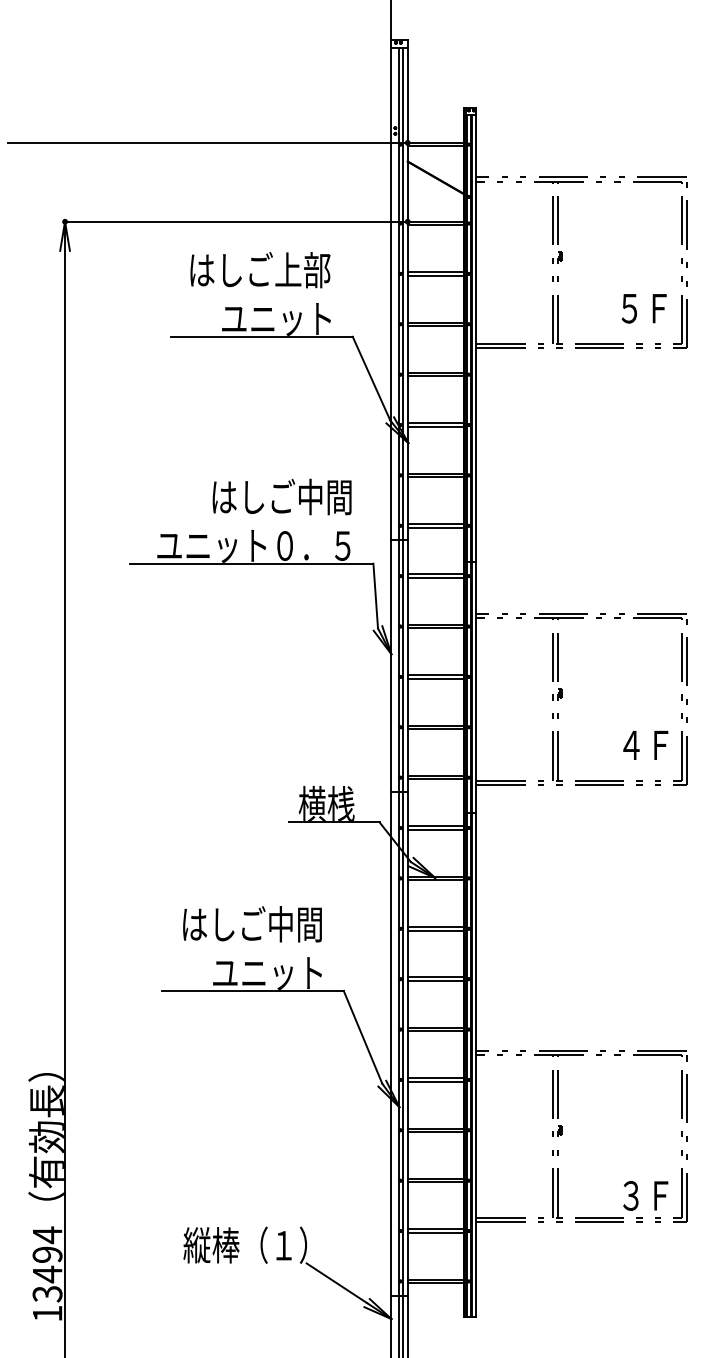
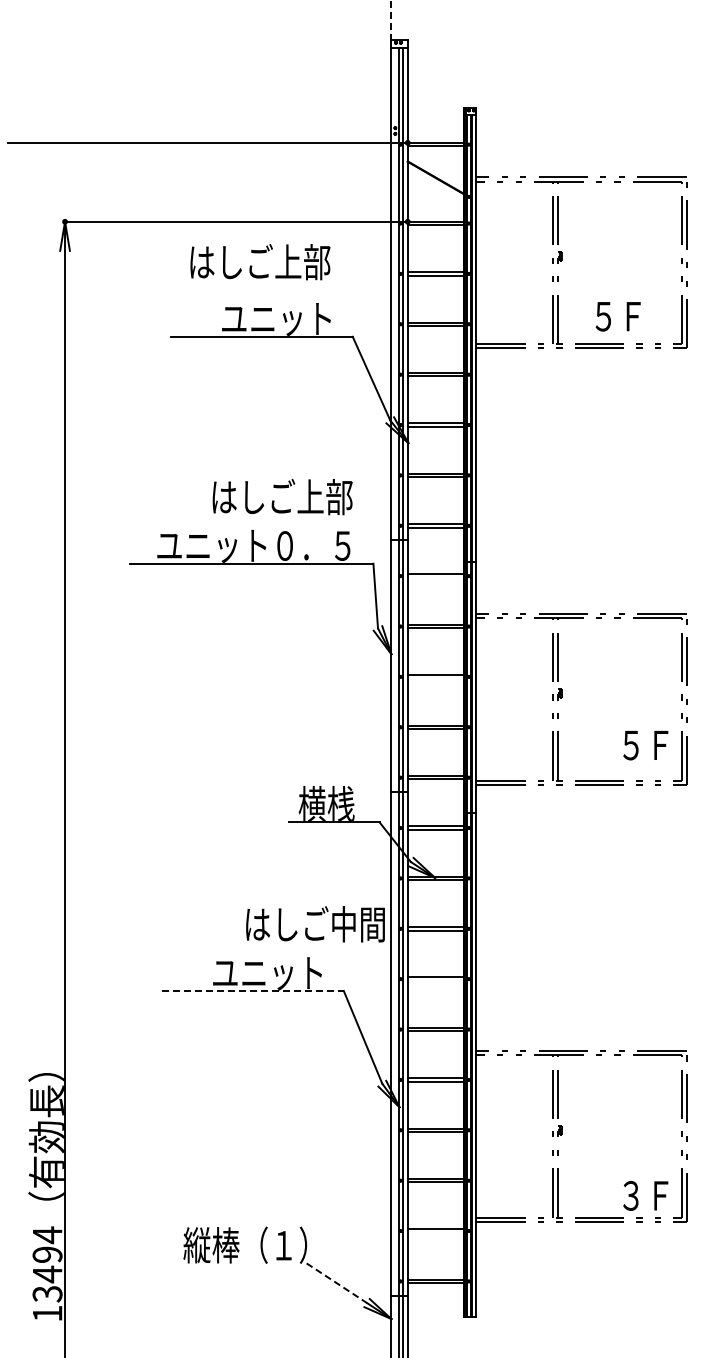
line at (391, 20): solid -> dashed
text at (260, 270) position: (260, 270) -> (260, 262)
text at (643, 308) position: (643, 308) -> (617, 316)
text at (324, 496): はしご中間 -> はしご上部
line at (435, 577): present -> none
line at (435, 678): present -> none
text at (631, 745): ４Ｆ -> ５Ｆ
text at (252, 924) position: (252, 924) -> (315, 924)
line at (435, 980): present -> none
line at (253, 990): solid -> dashed
line at (435, 1232): present -> none
line at (337, 1283): solid -> dashed
